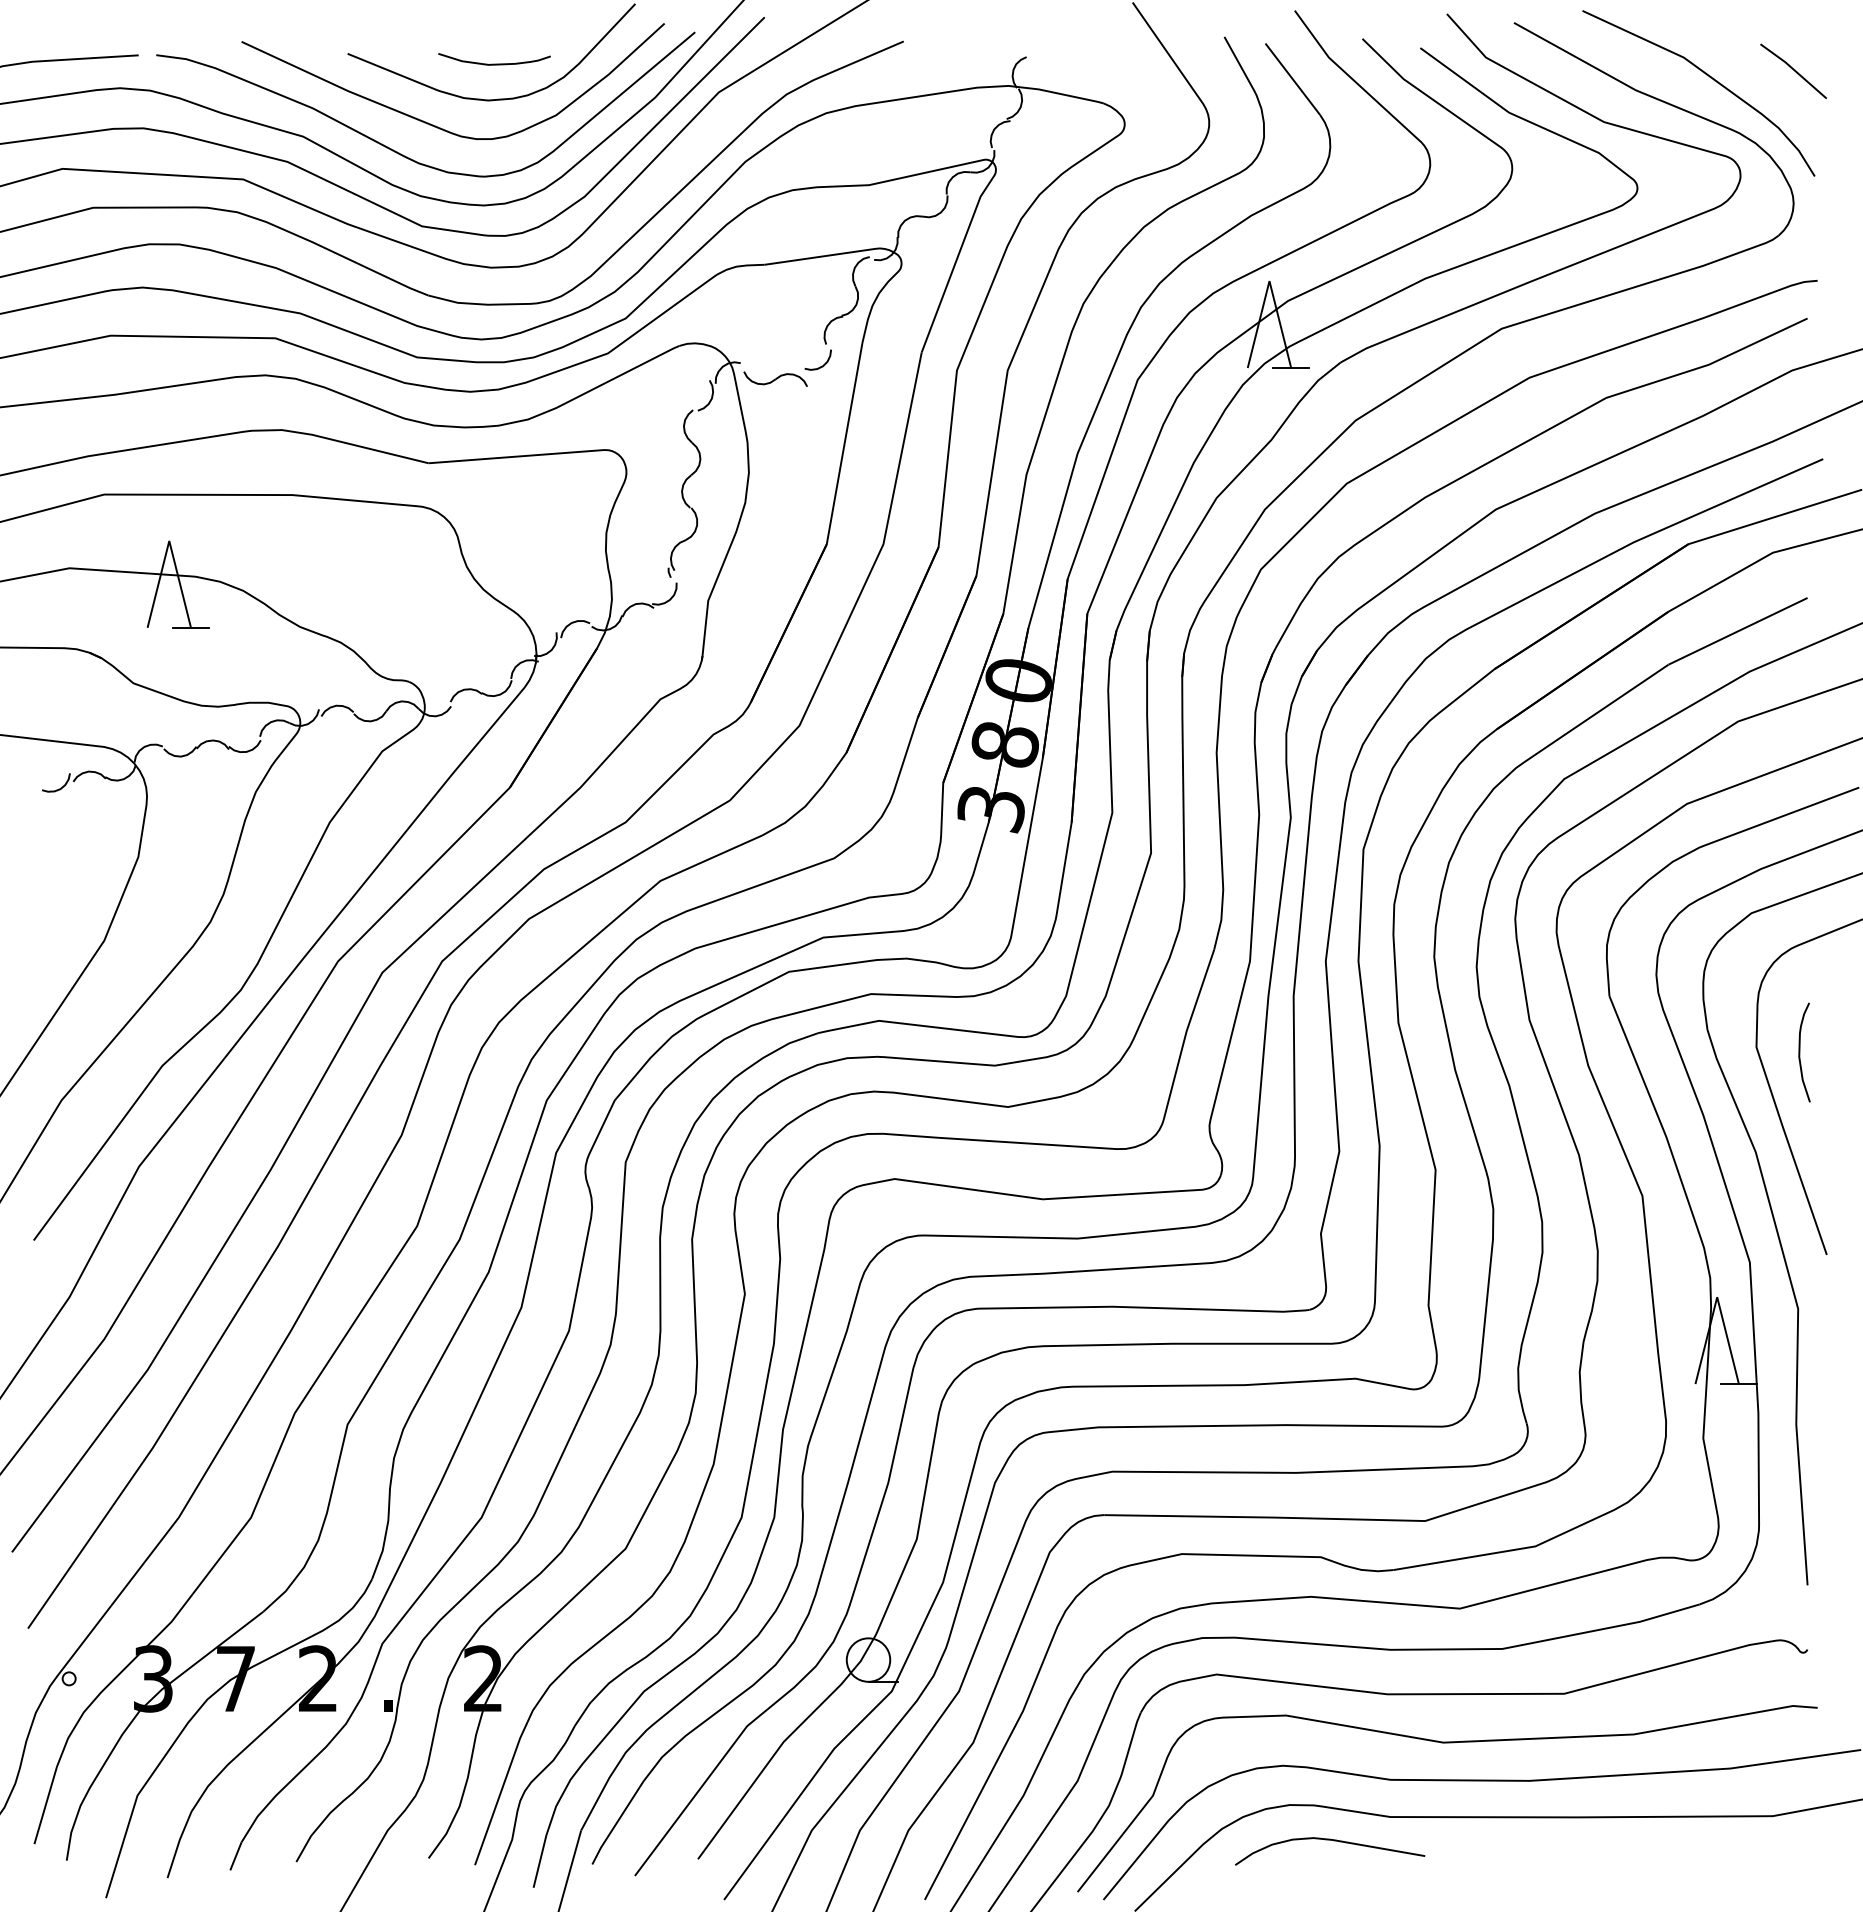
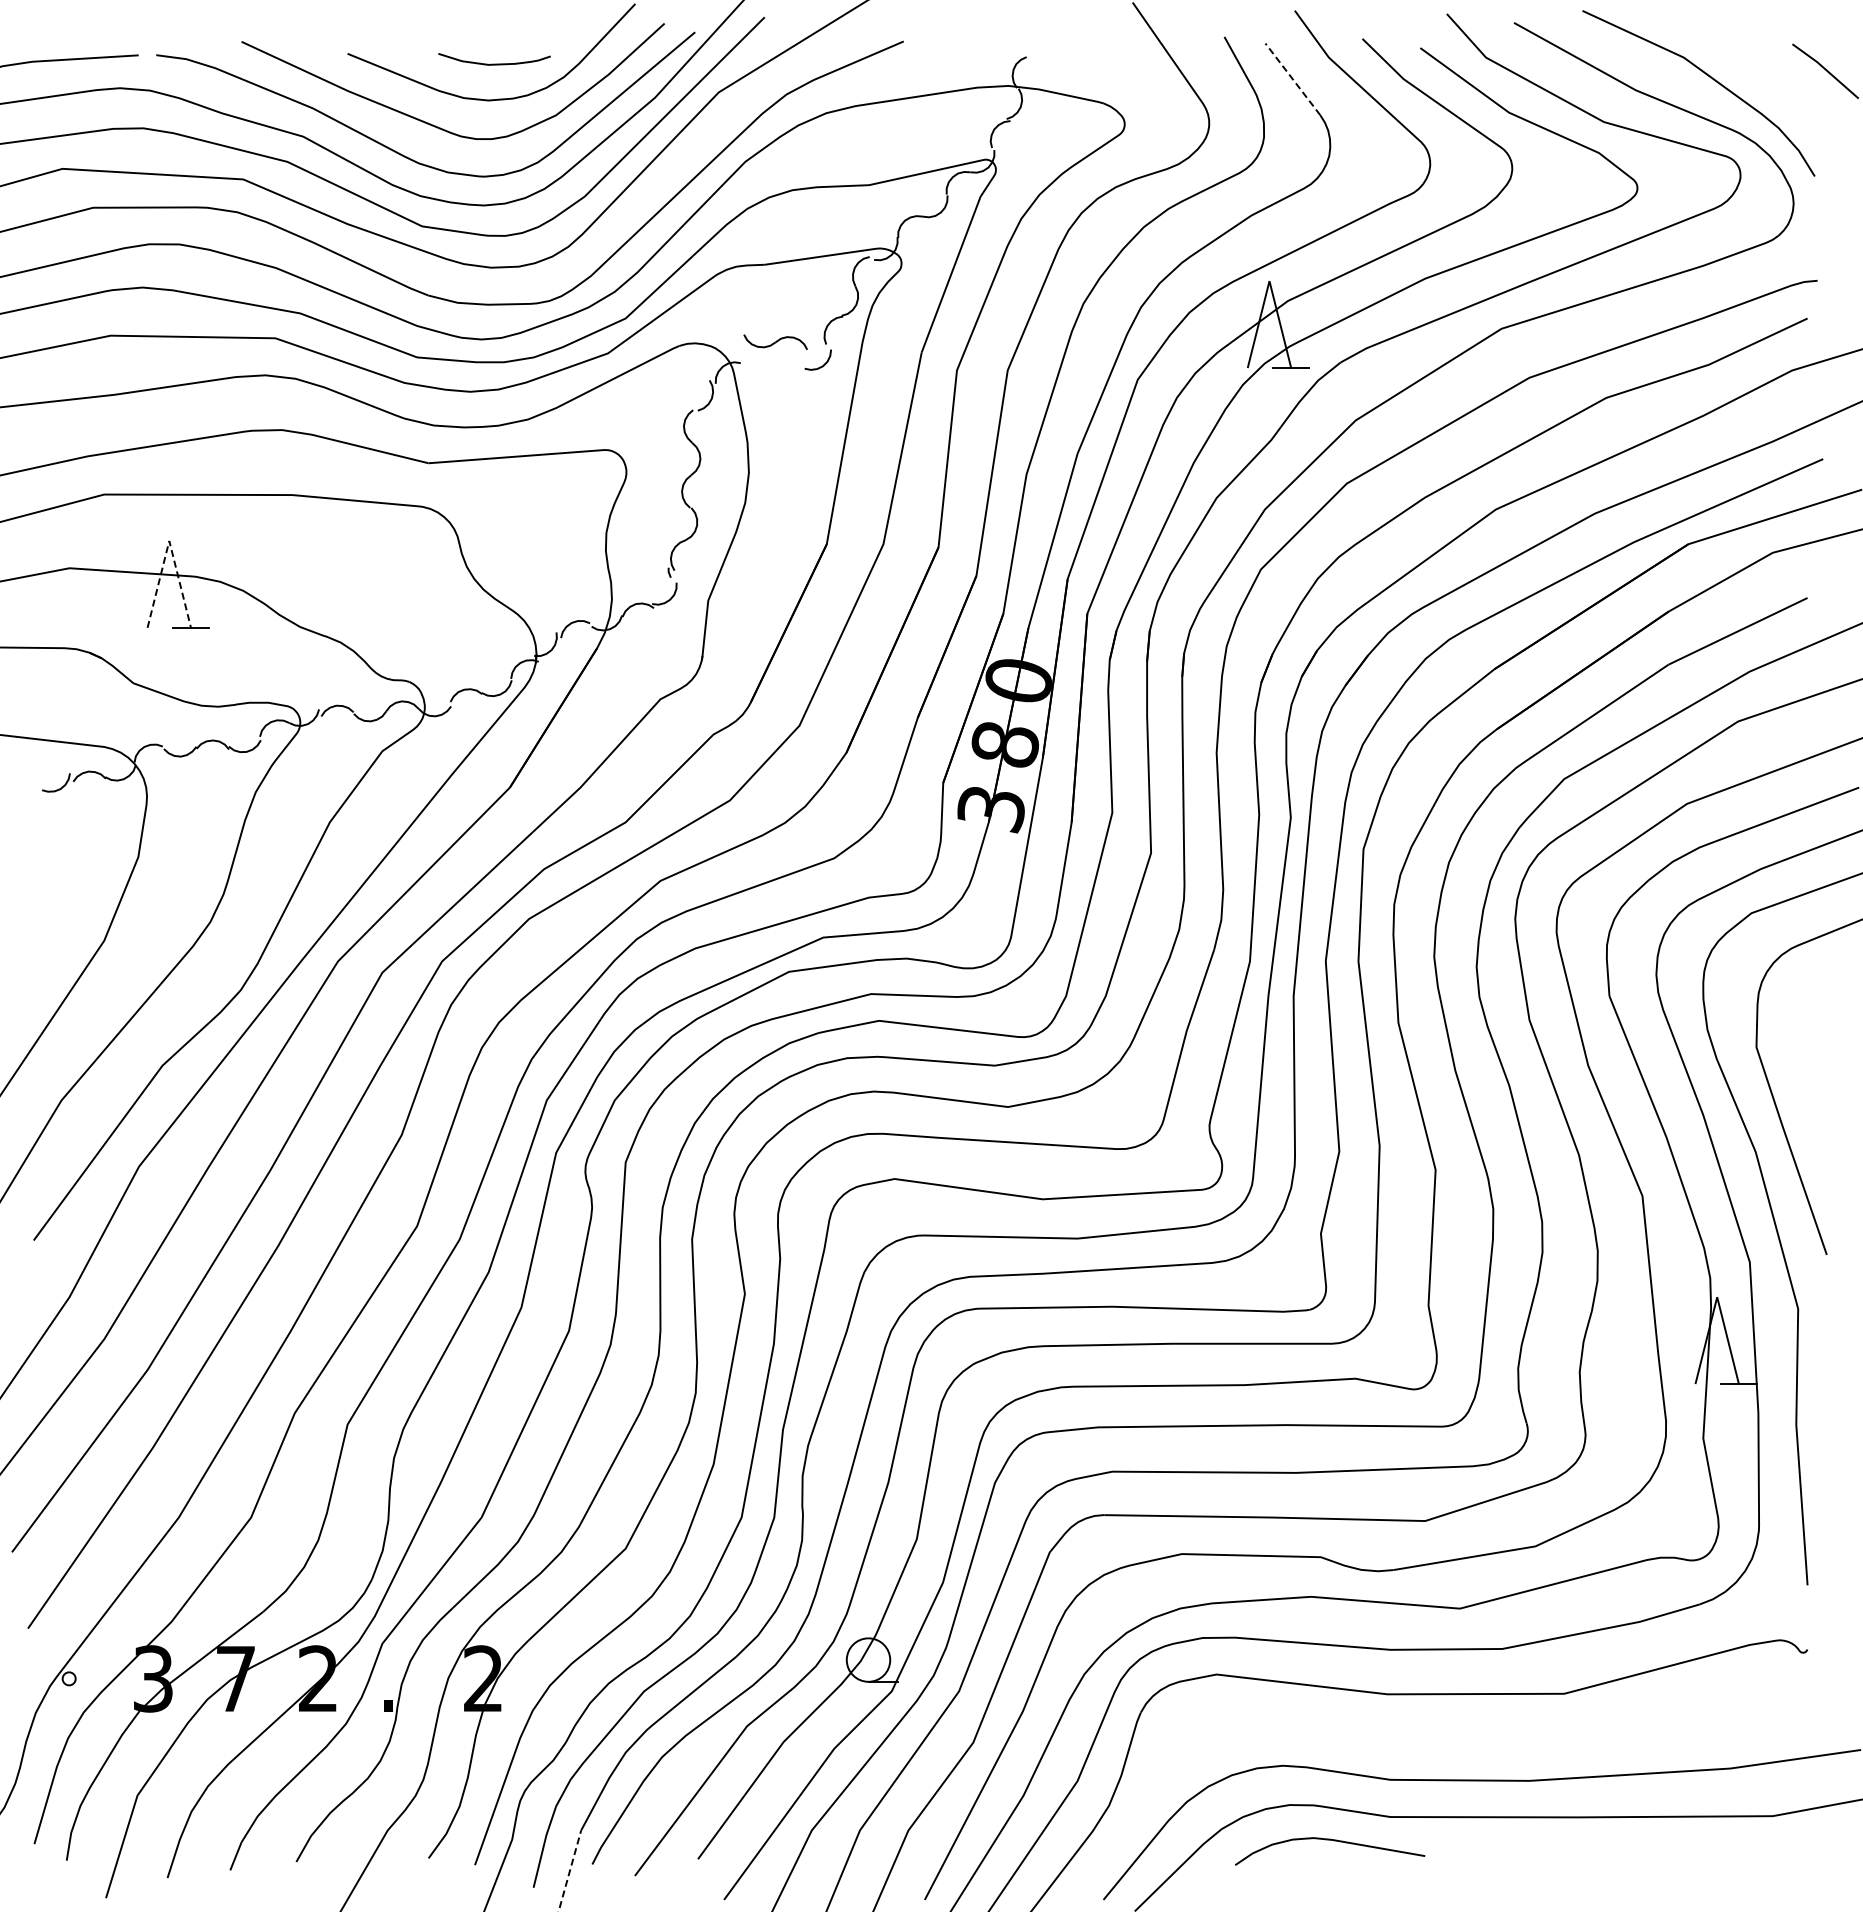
line at (1793, 70) position: (1793, 70) -> (1825, 70)
line at (1292, 78): solid -> dashed
part at (775, 378) position: (775, 378) -> (775, 341)
line at (169, 540): solid -> dashed
curve at (1800, 1052): present -> none
curve at (1447, 1743): present -> none
line at (570, 1870): solid -> dashed
